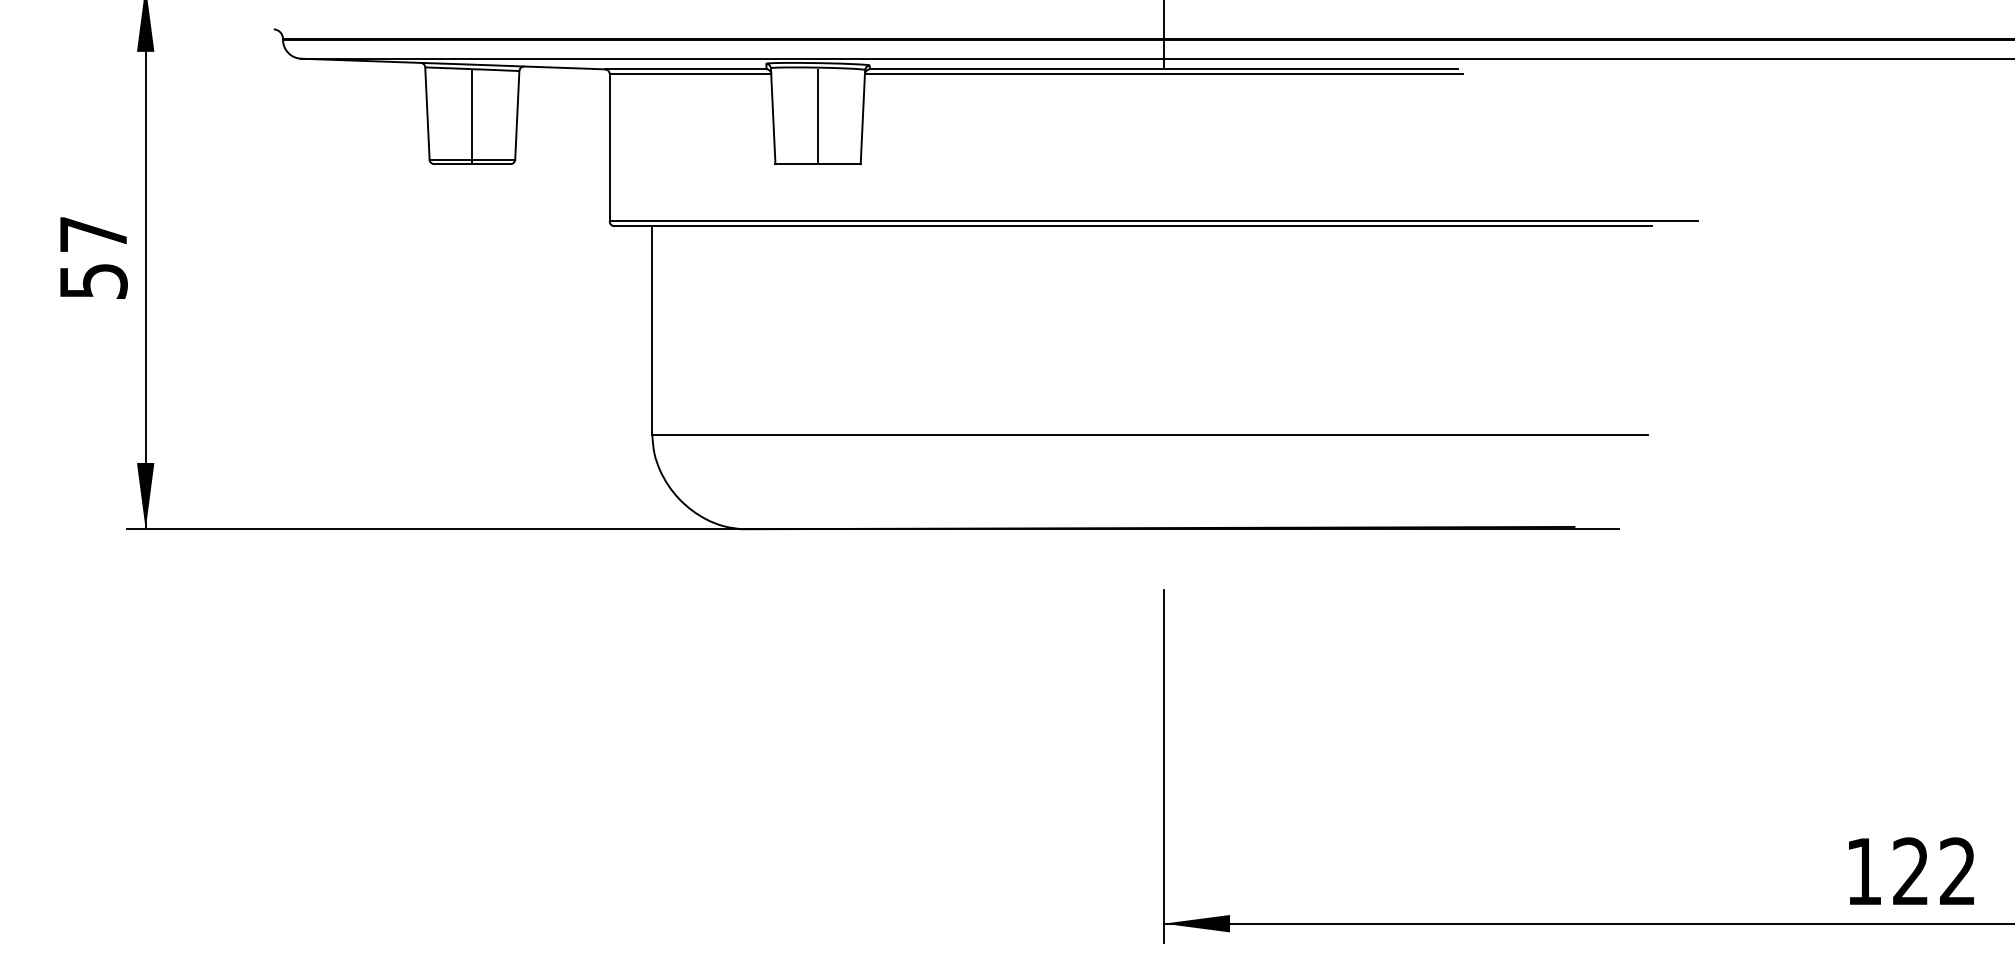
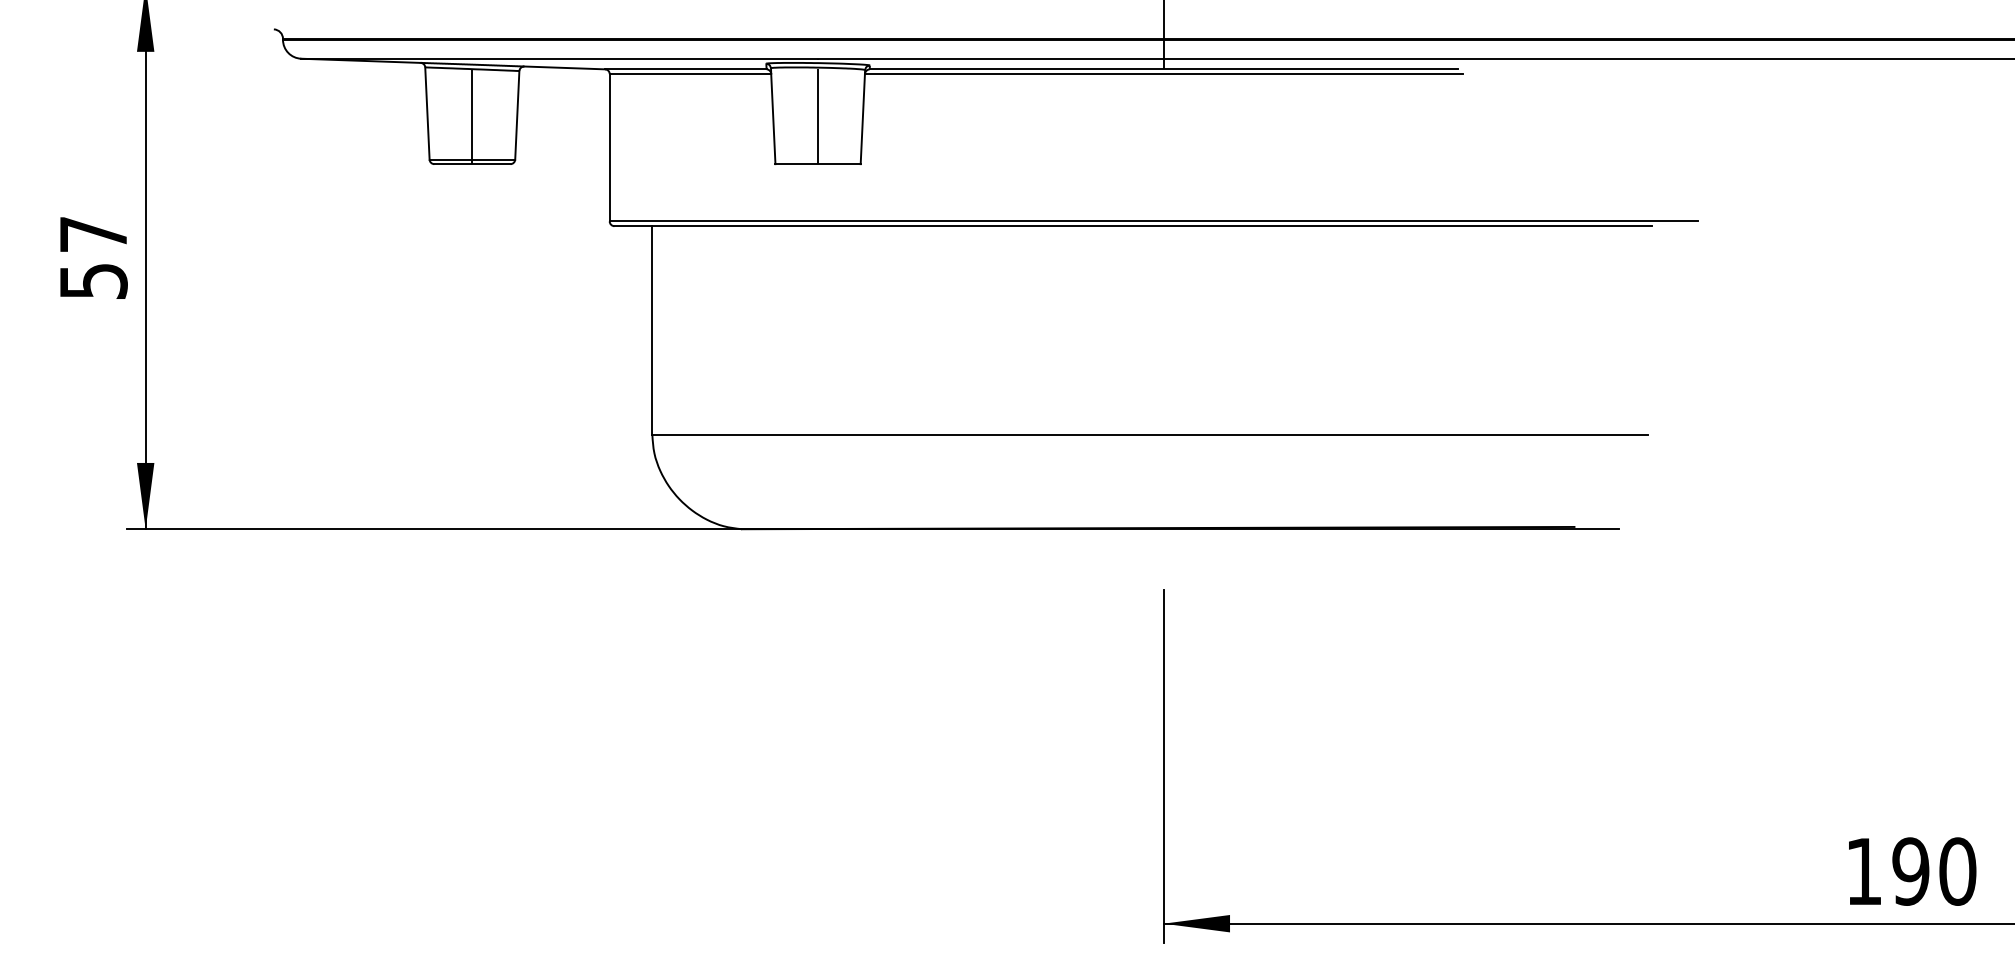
text at (1934, 871): 122 -> 190
